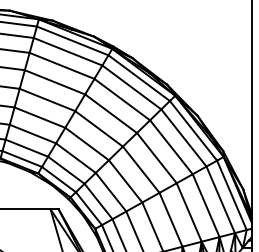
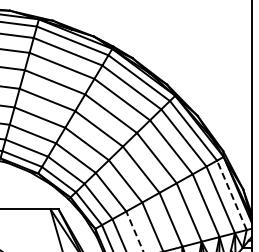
line at (231, 195): solid -> dashed
line at (134, 231): solid -> dashed
